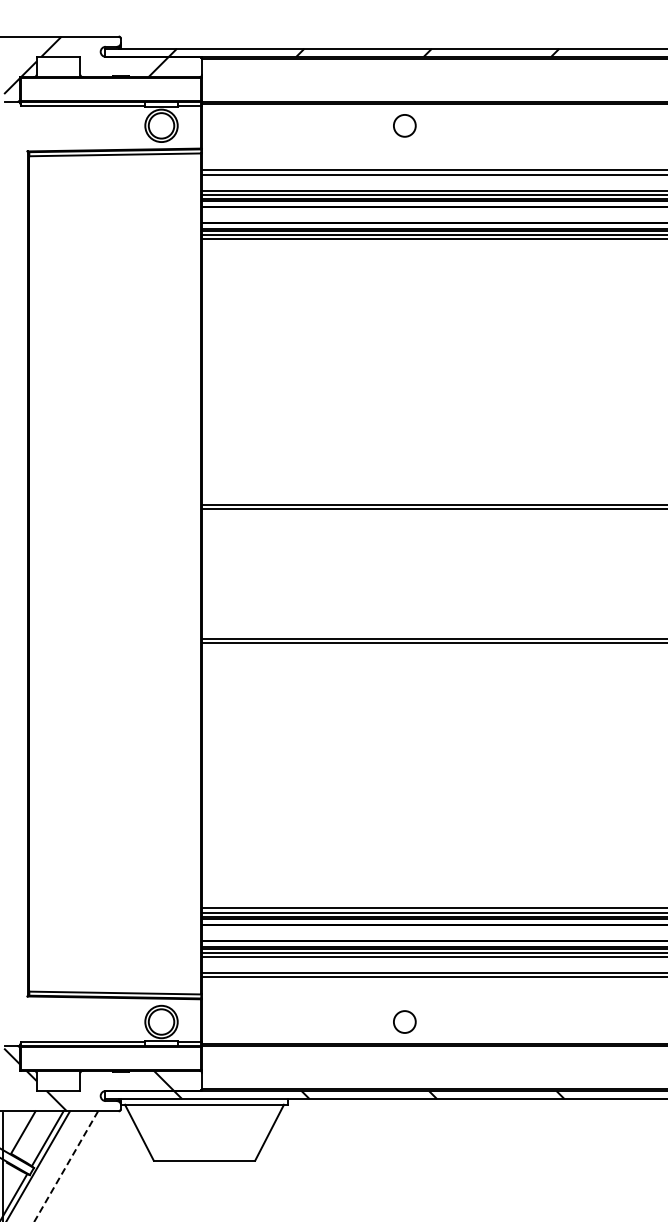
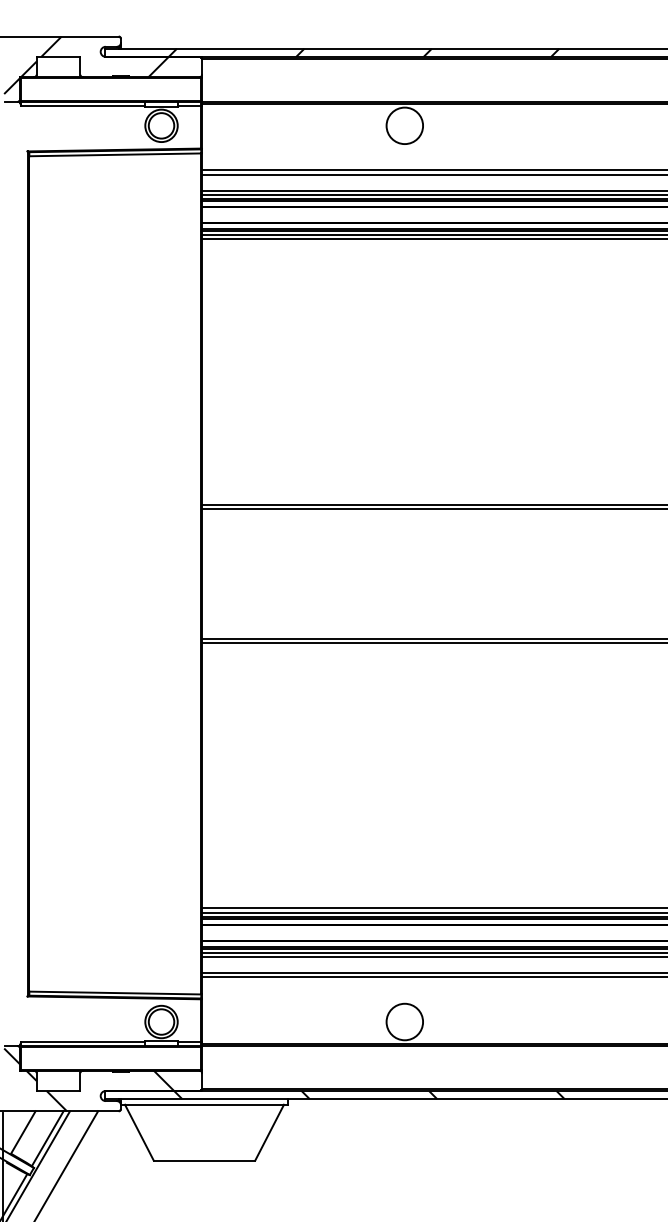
circle at (404, 125) diameter: 22 px -> 36 px
circle at (404, 1021) diameter: 22 px -> 36 px
line at (66, 1166): dashed -> solid
